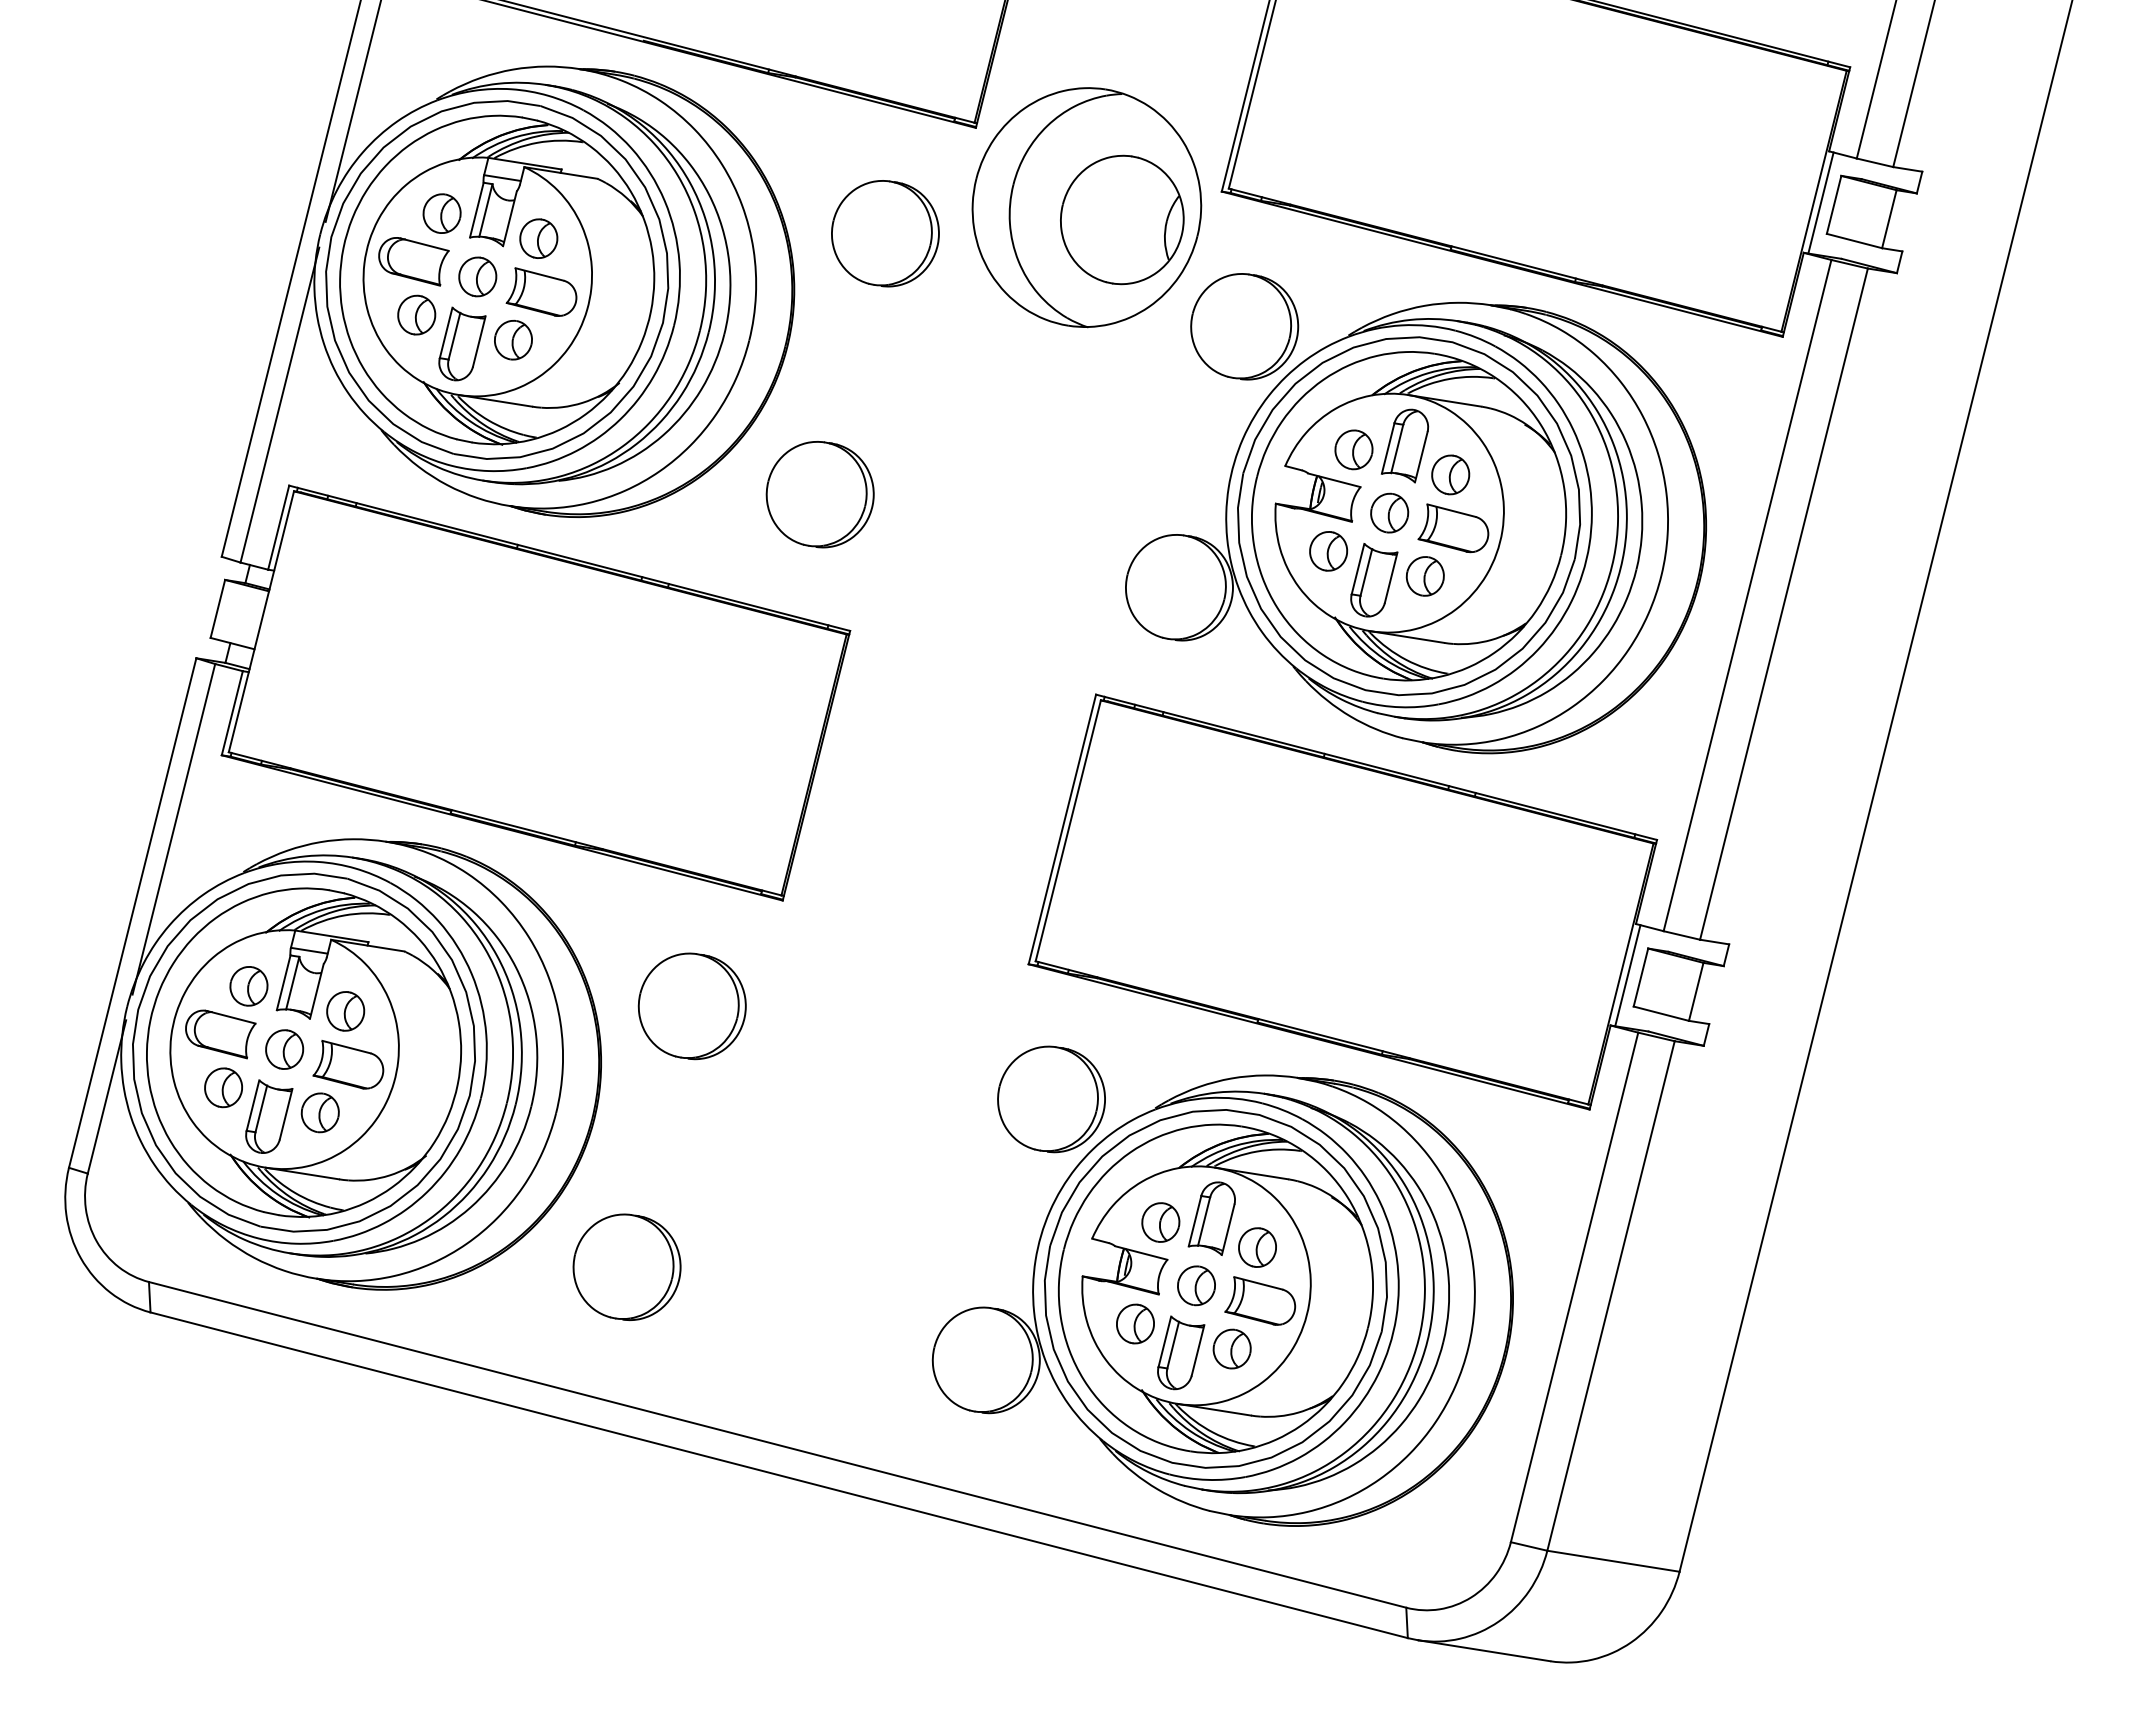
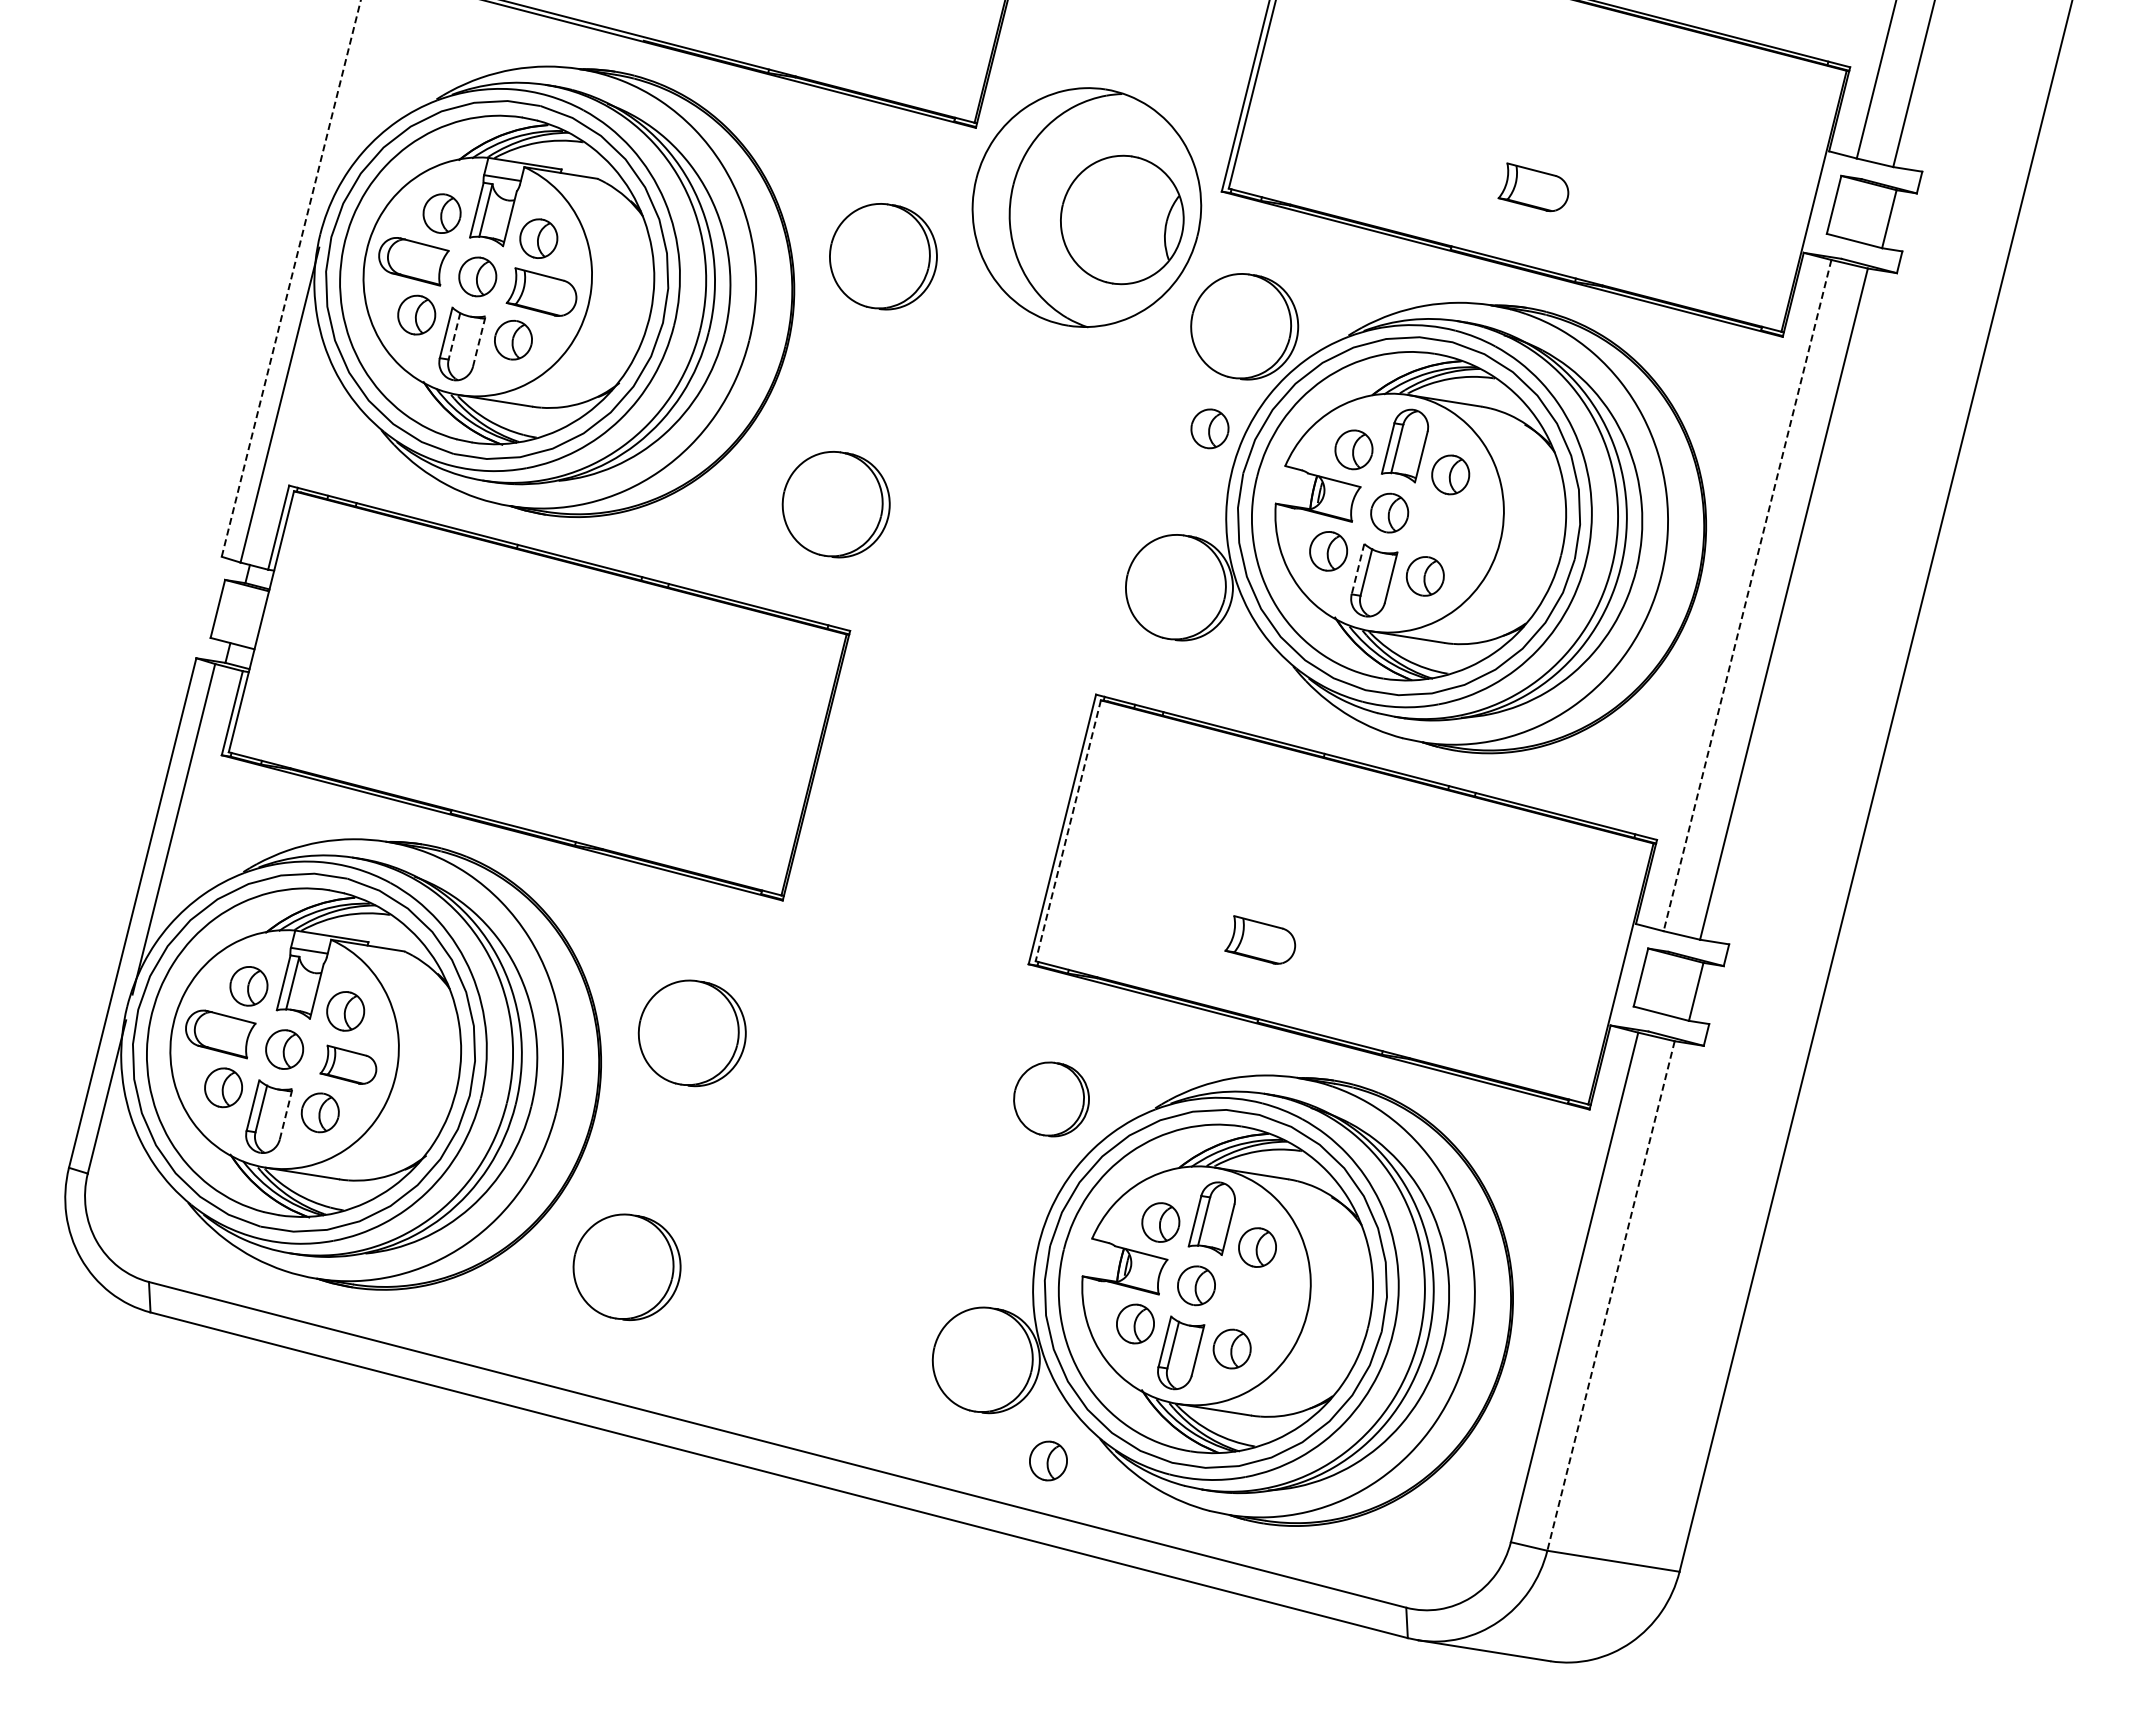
line at (352, 111): present -> none
line at (1820, 202): present -> none
part at (885, 233) position: (885, 233) -> (883, 256)
line at (291, 278): solid -> dashed
line at (454, 336): solid -> dashed
line at (479, 341): solid -> dashed
part at (1209, 428): none -> present
part at (819, 494) position: (819, 494) -> (835, 504)
part at (1453, 528) position: (1453, 528) -> (1533, 187)
line at (1357, 569): solid -> dashed
line at (1747, 595): solid -> dashed
line at (1068, 831): solid -> dashed
line at (1627, 975): present -> none
part at (691, 1006) position: (691, 1006) -> (691, 1033)
part at (348, 1064) size: 73x50 px -> 59x41 px
part at (1051, 1099) size: 109x109 px -> 77x77 px
line at (286, 1113): solid -> dashed
line at (1611, 1295): solid -> dashed
part at (1260, 1300) position: (1260, 1300) -> (1260, 939)
part at (1048, 1460): none -> present
